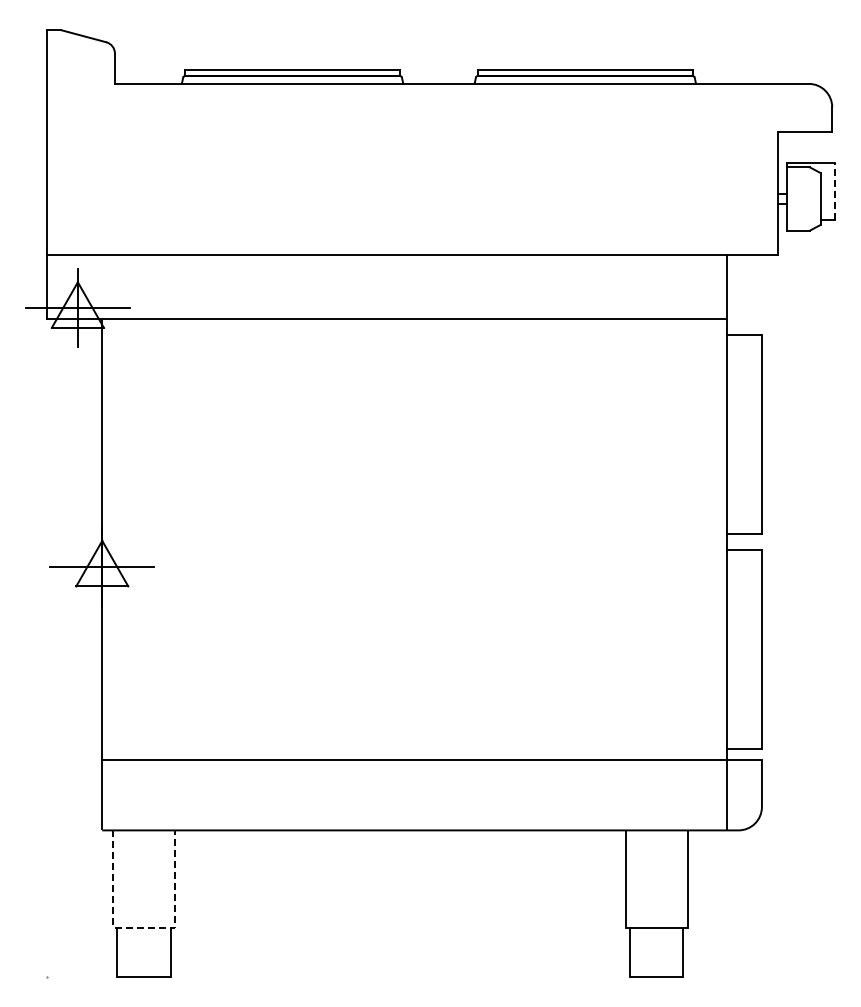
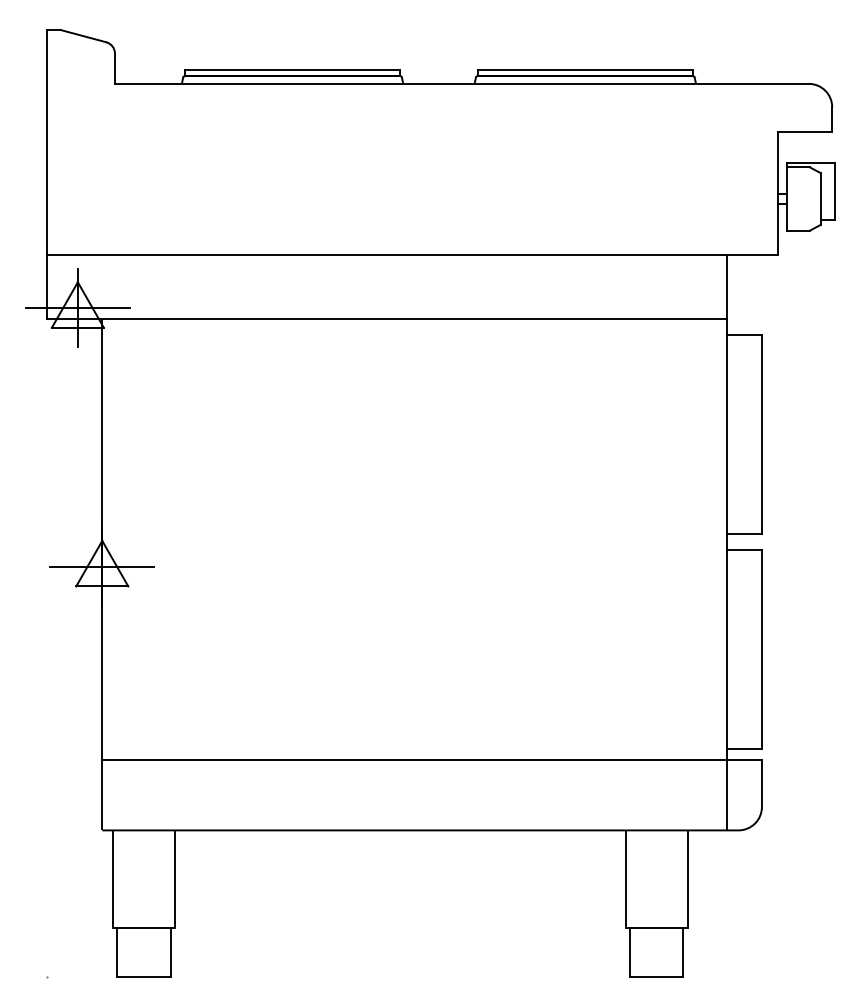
line at (835, 191): dashed -> solid
line at (144, 927): dashed -> solid
